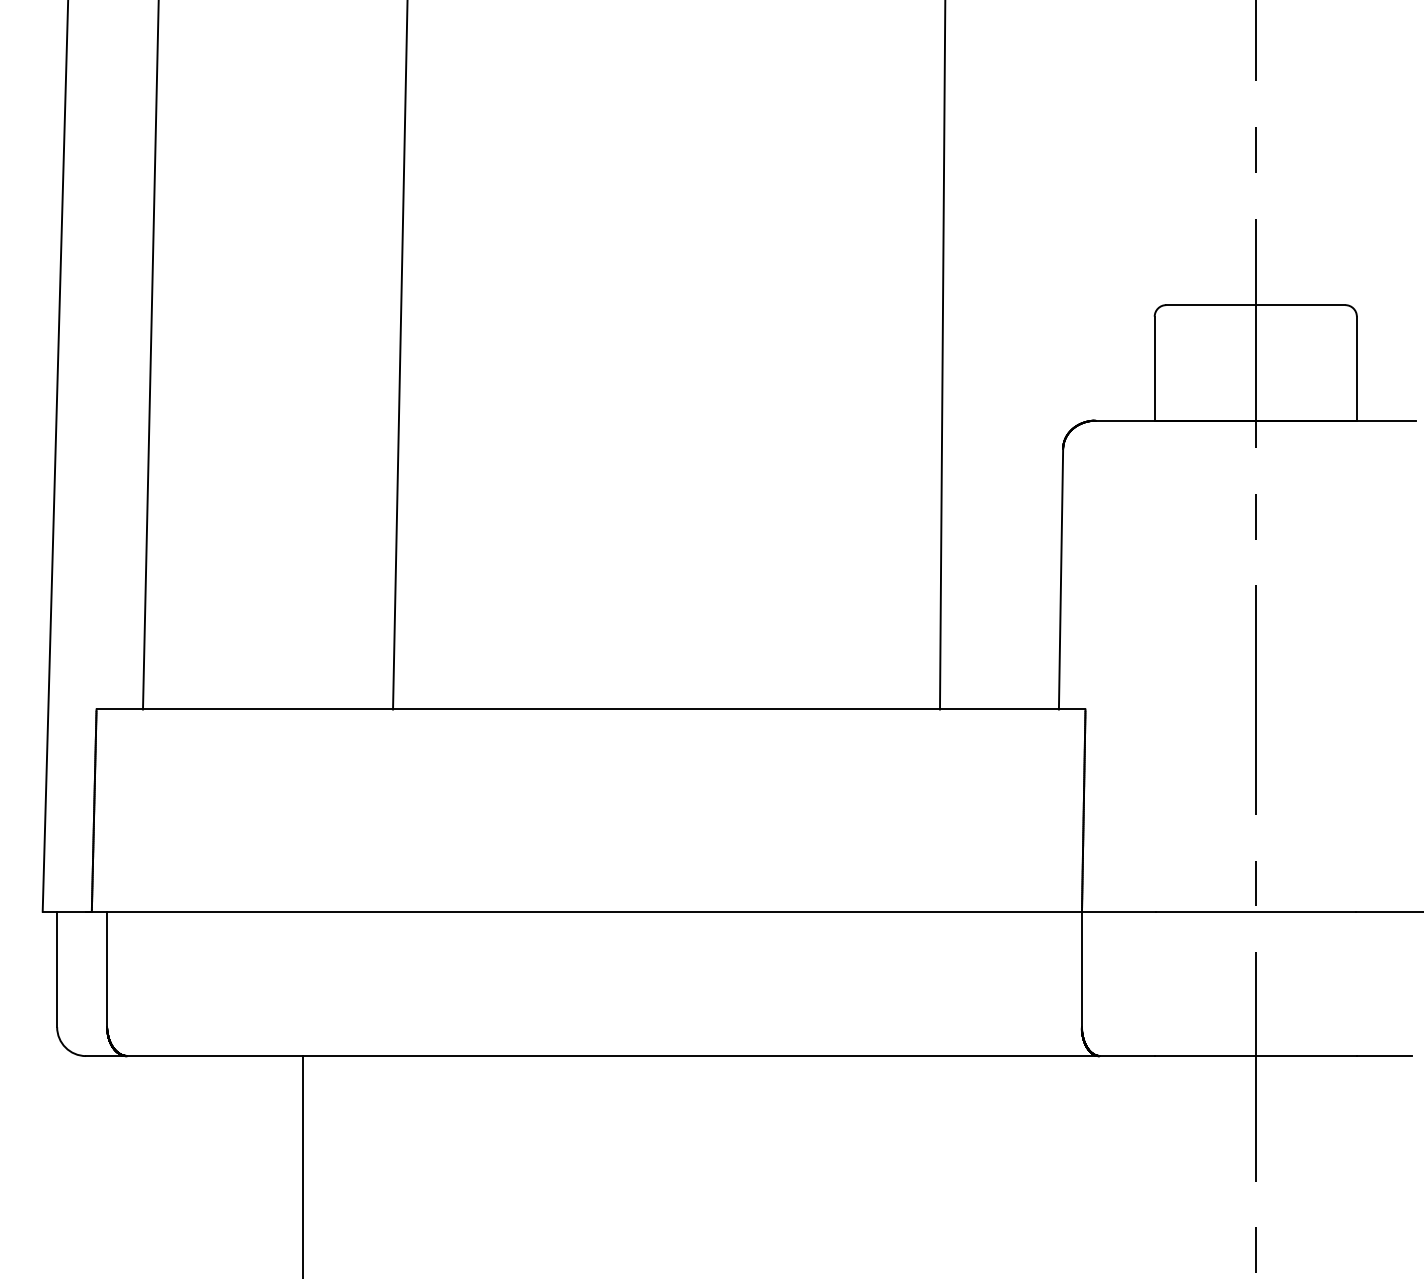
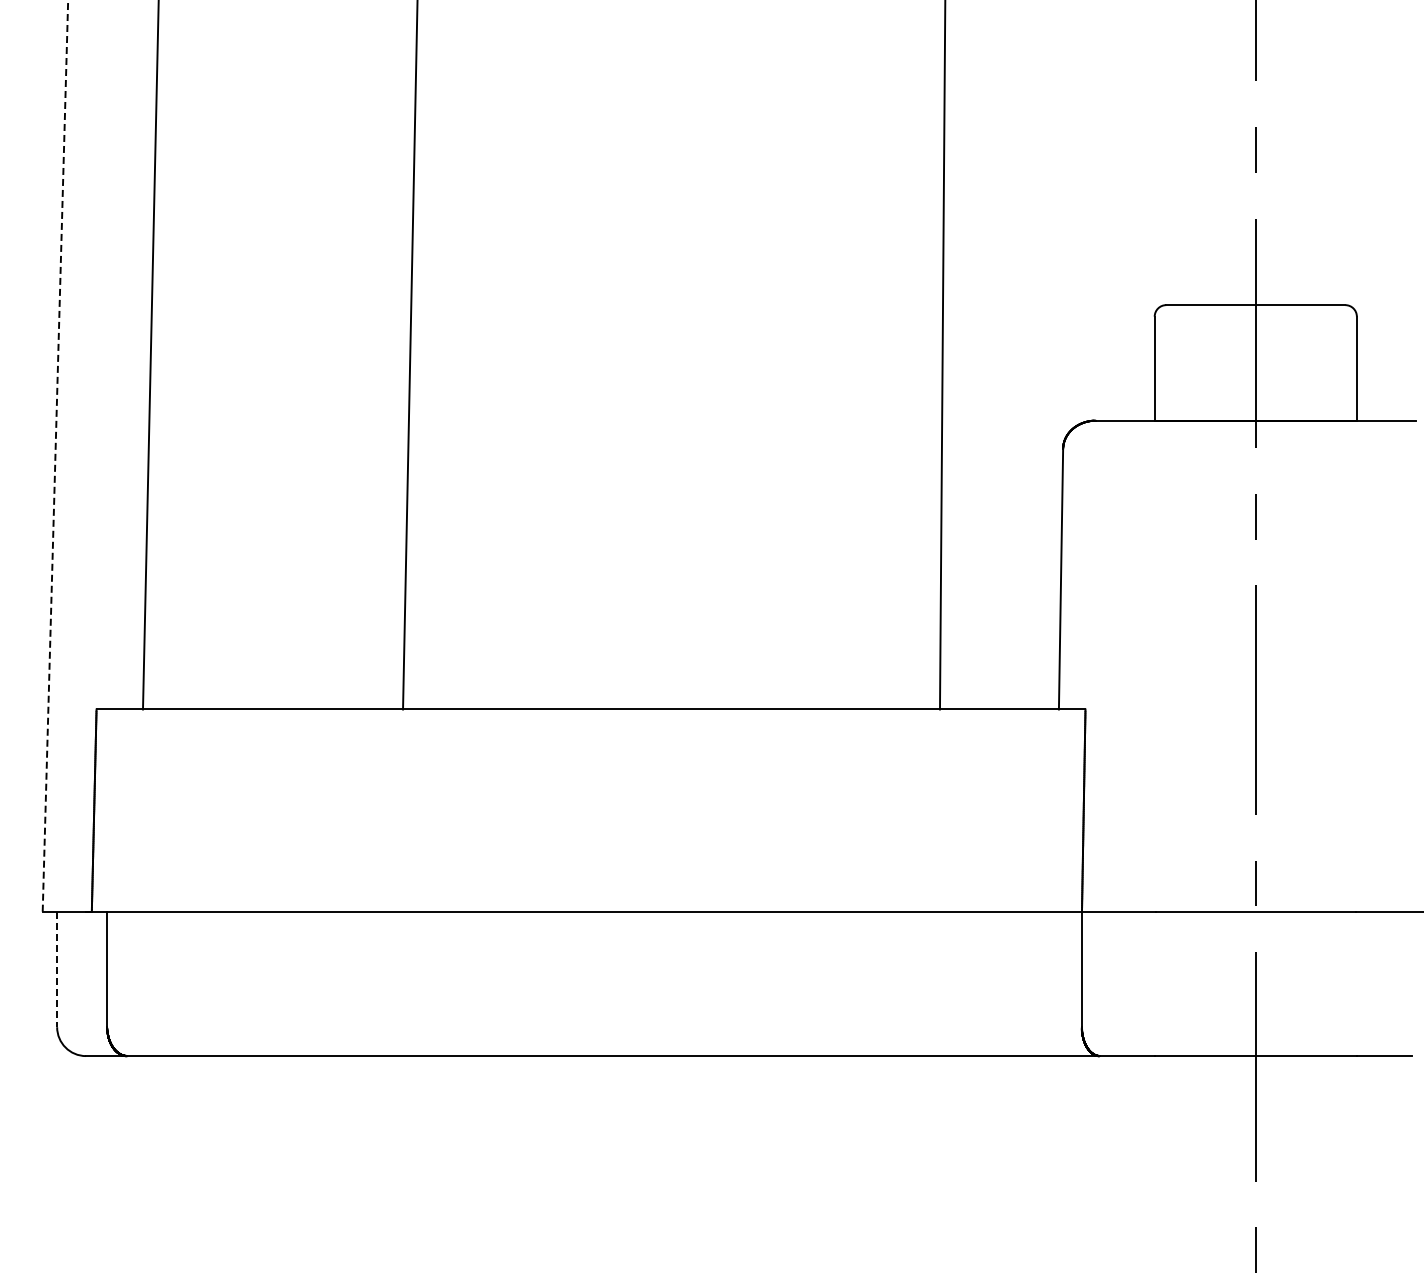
line at (400, 355) position: (400, 355) -> (410, 355)
line at (55, 456): solid -> dashed
line at (57, 969): solid -> dashed
line at (302, 1165): present -> none
